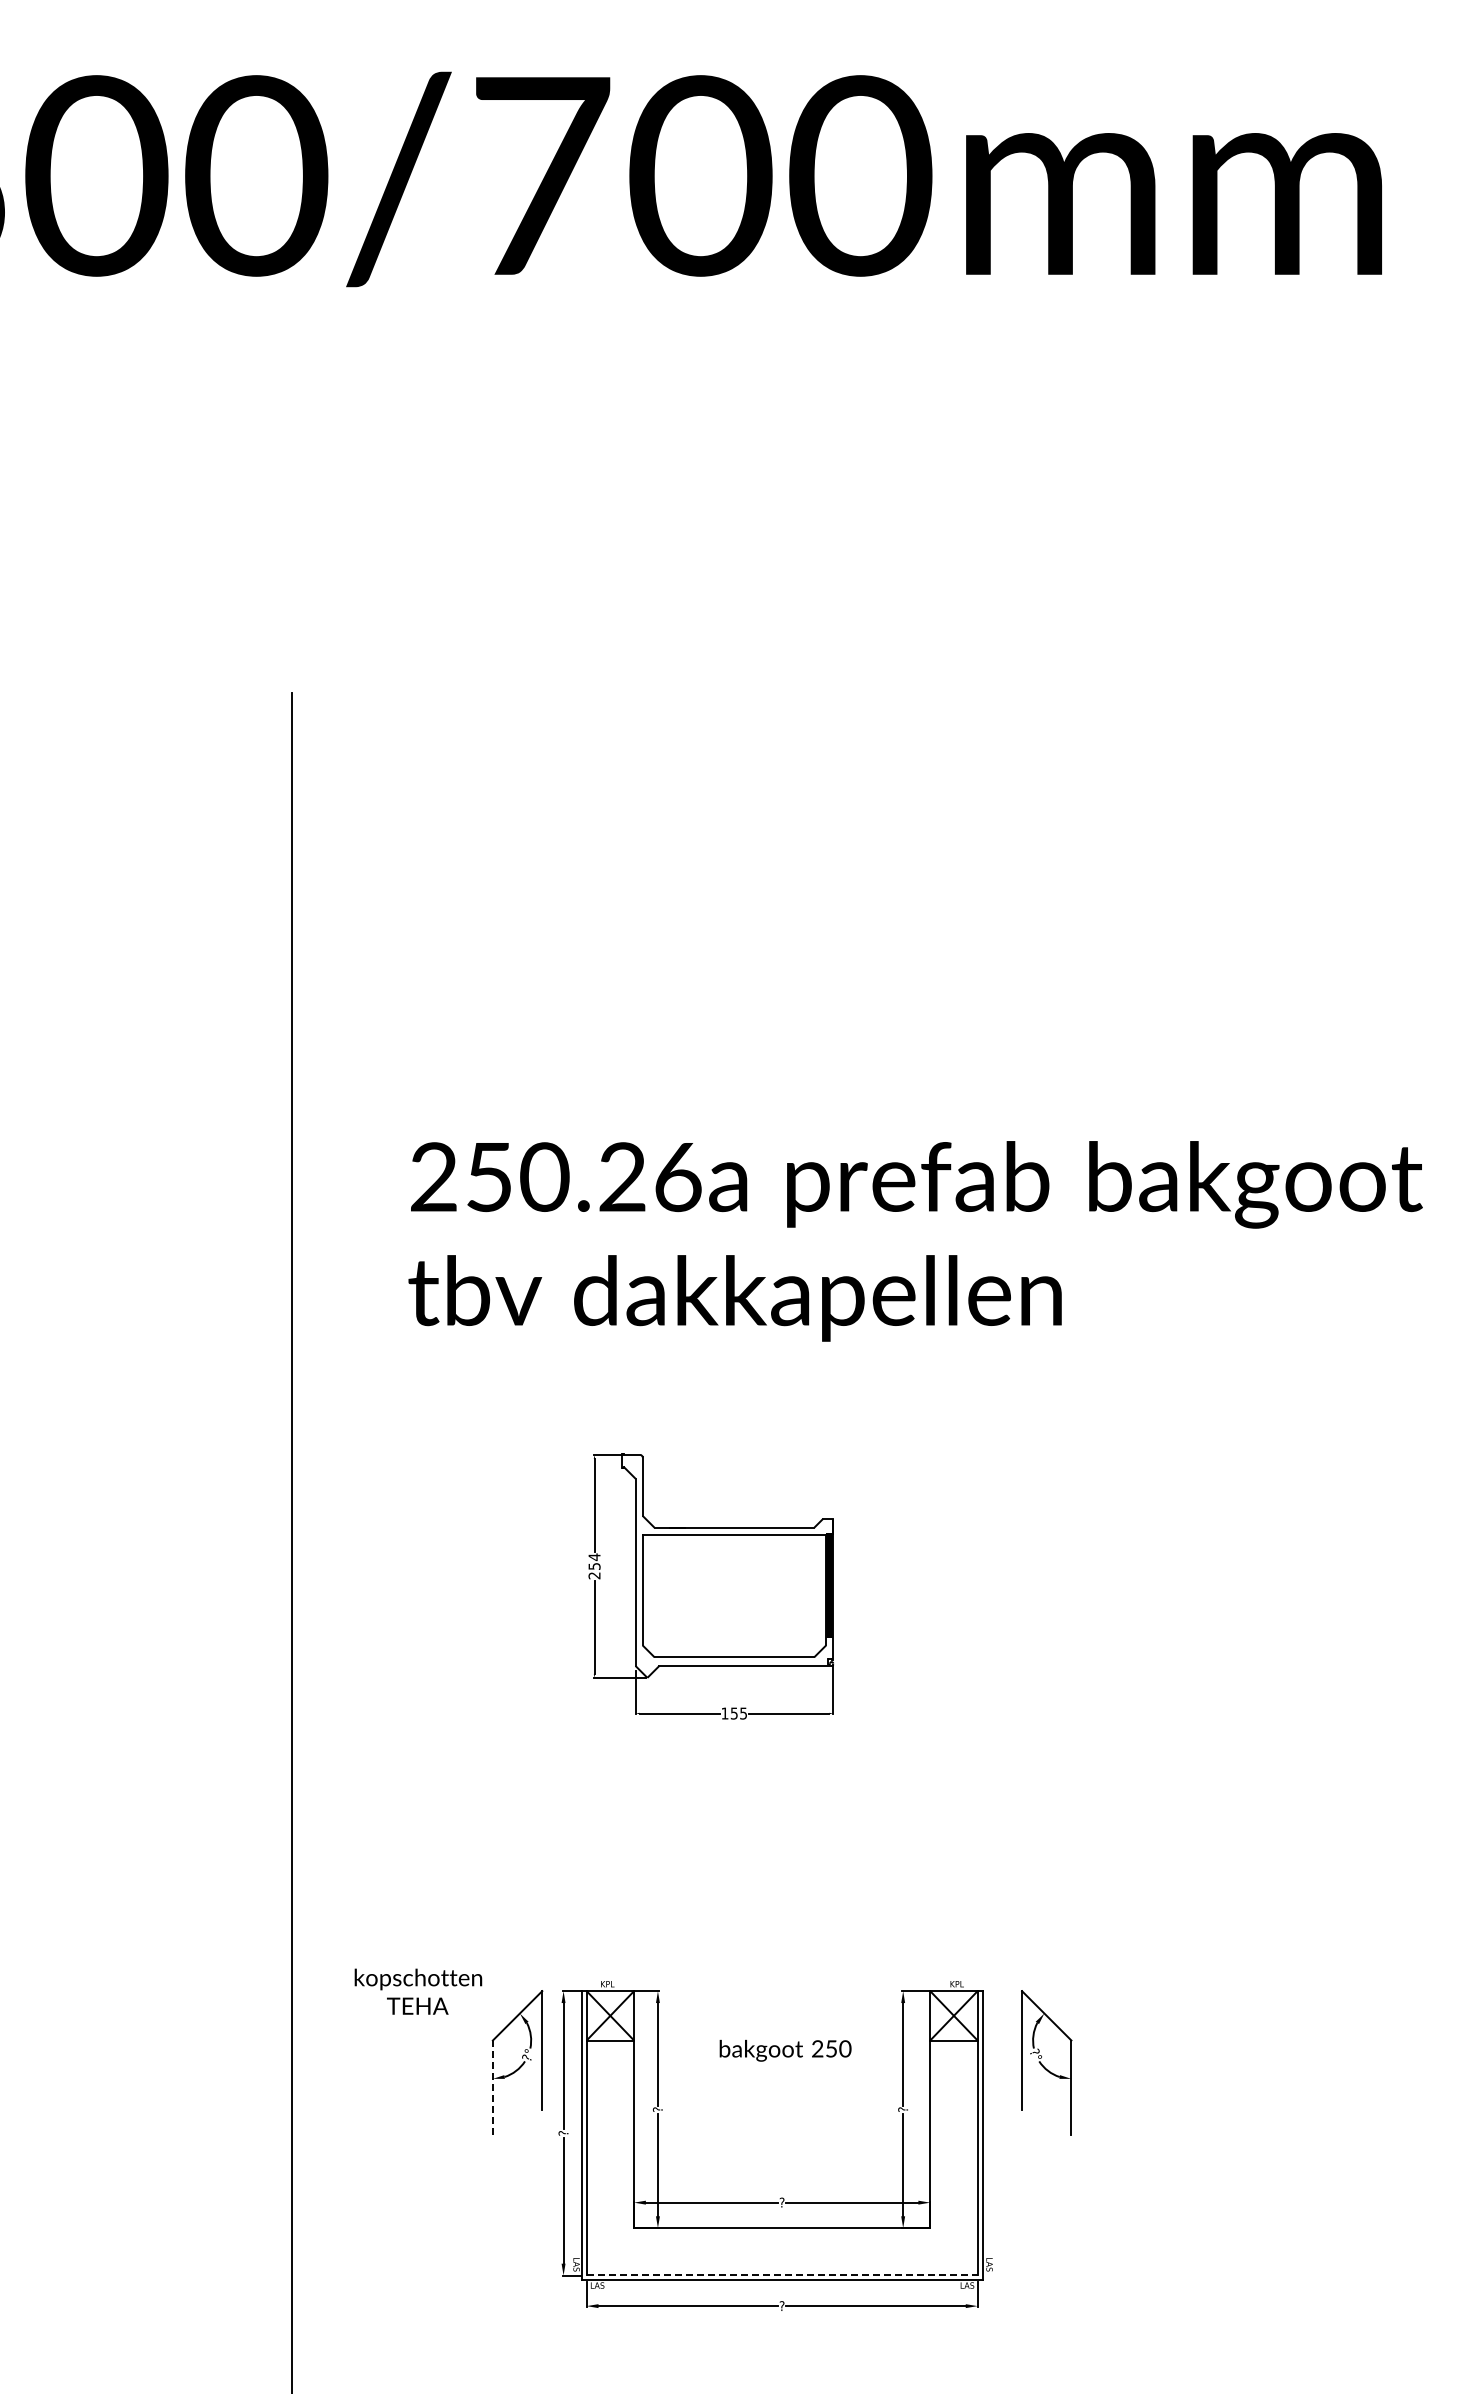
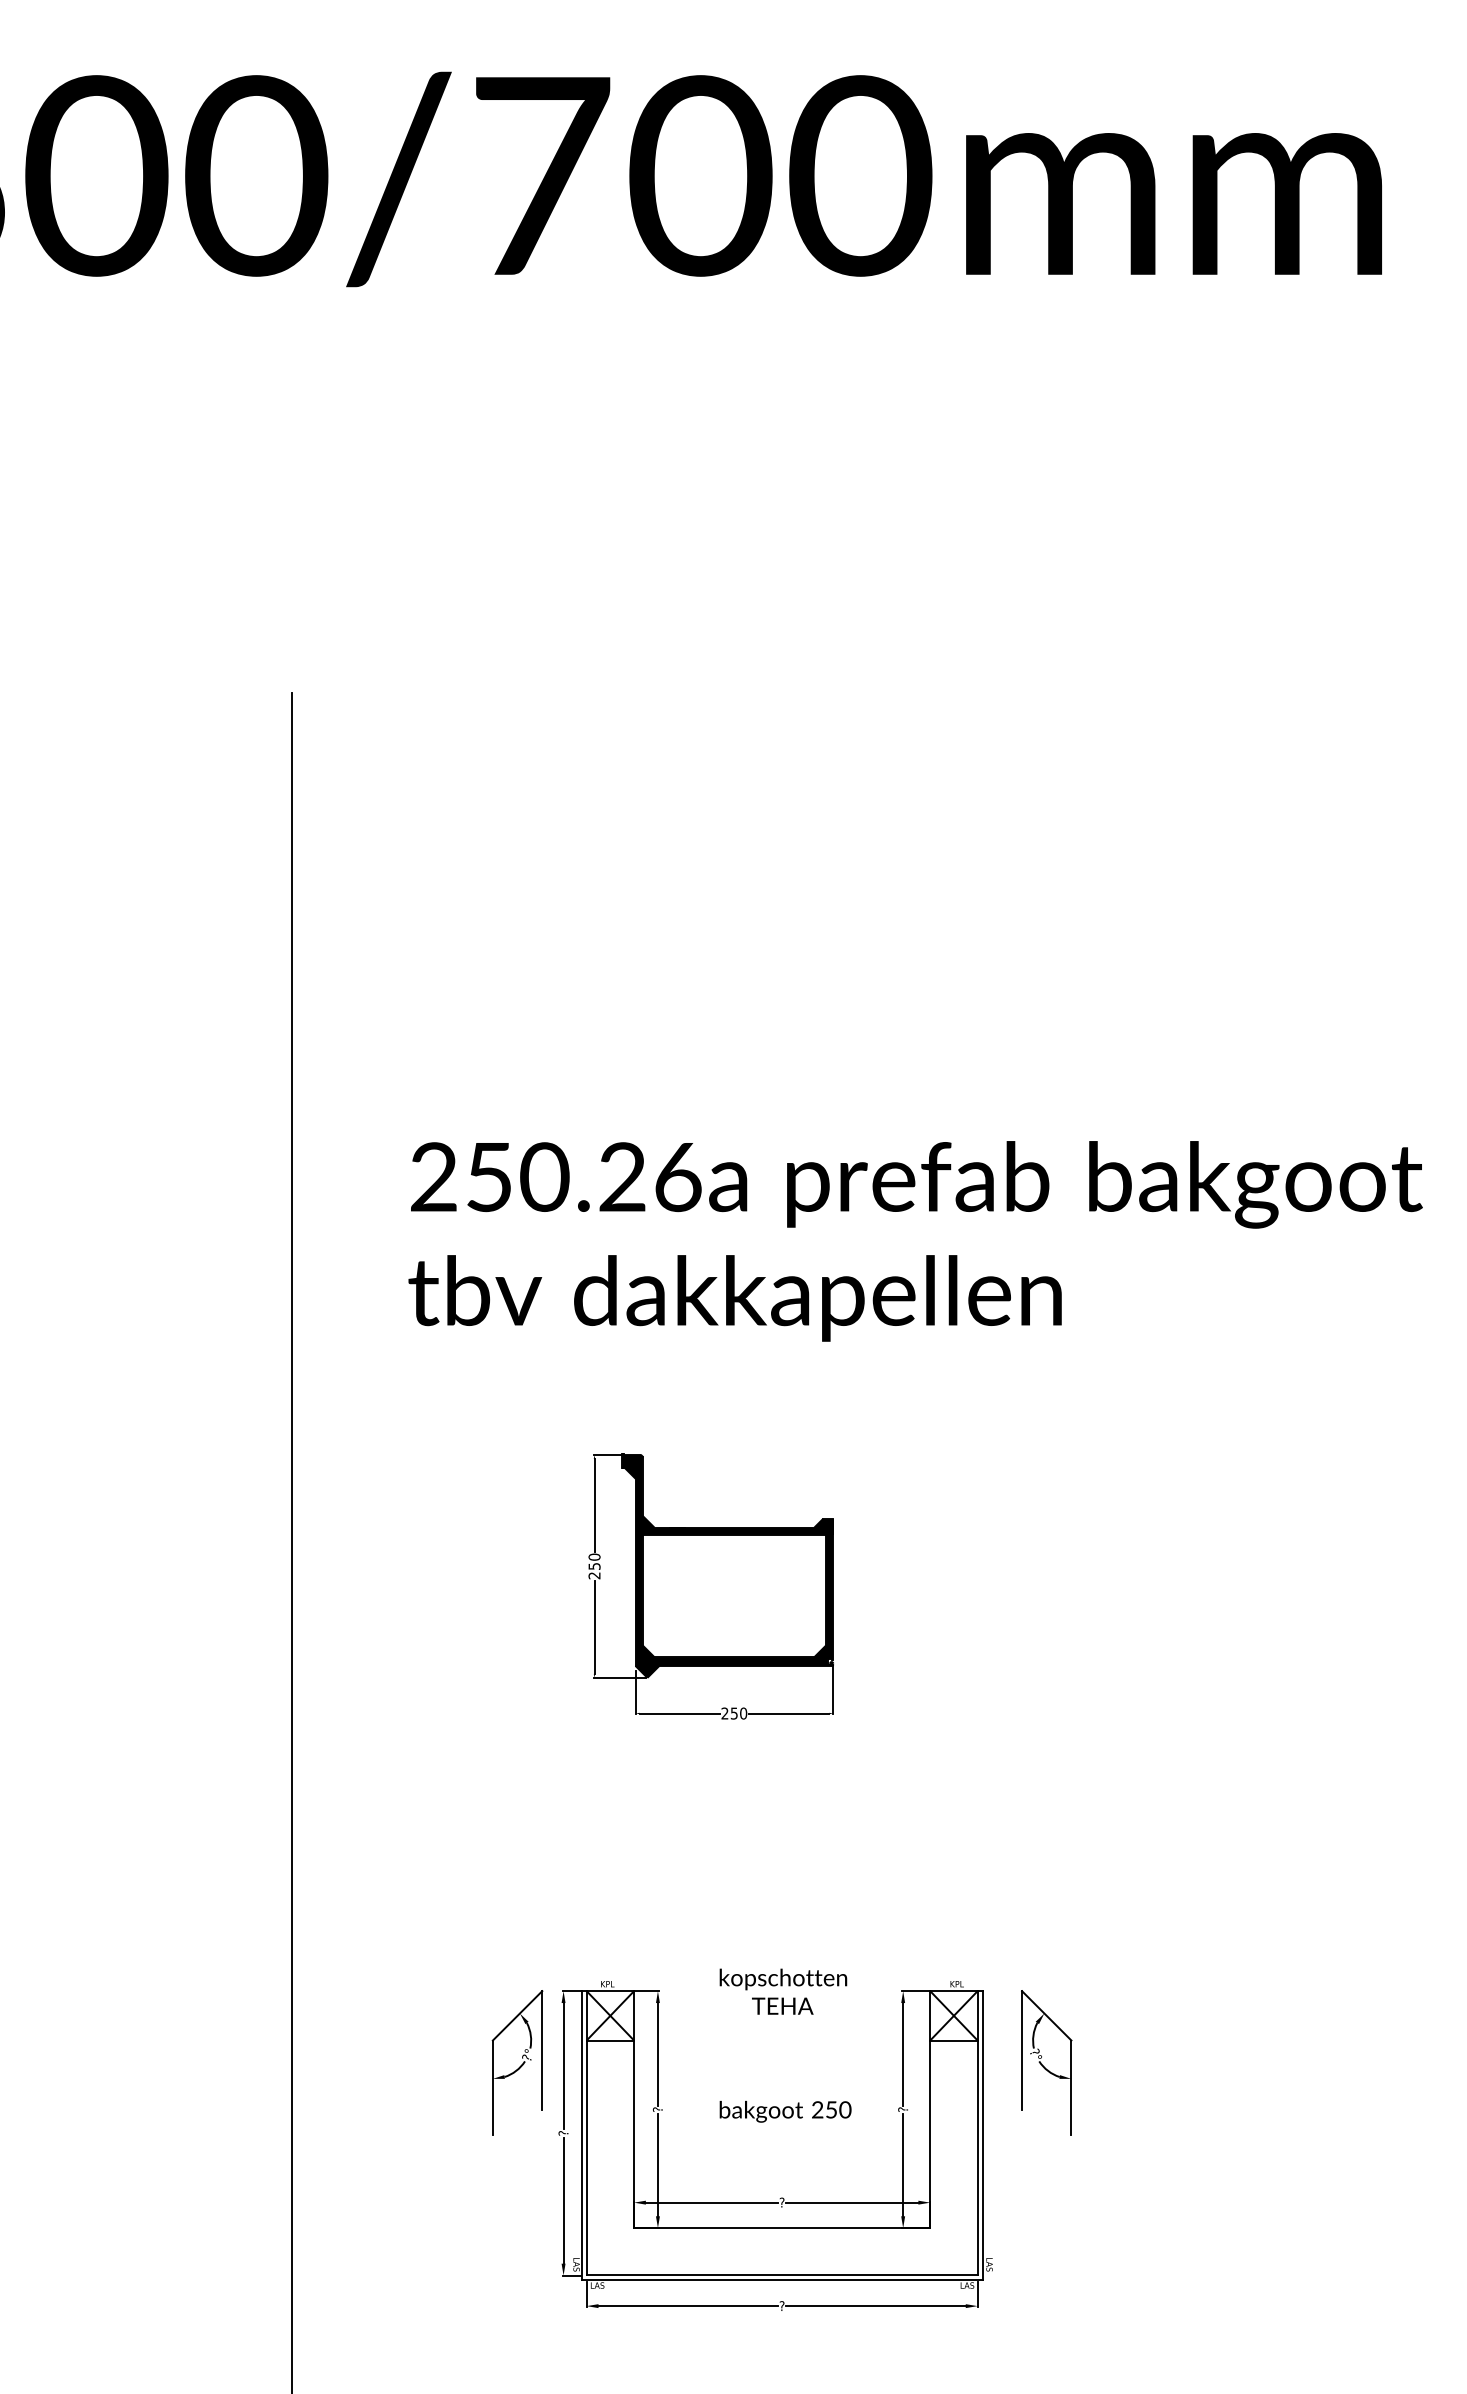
text at (594, 1557): 254 -> 250
fill at (727, 1565): none -> present
text at (734, 1713): 155 -> 250
text at (418, 1991) position: (418, 1991) -> (783, 1991)
text at (785, 2050) position: (785, 2050) -> (785, 2111)
line at (492, 2087): dashed -> solid
line at (782, 2275): dashed -> solid
